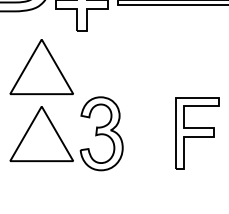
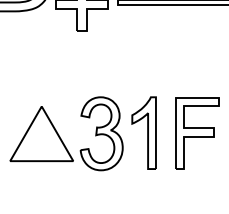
part at (41, 67): present -> none
part at (143, 132): none -> present
